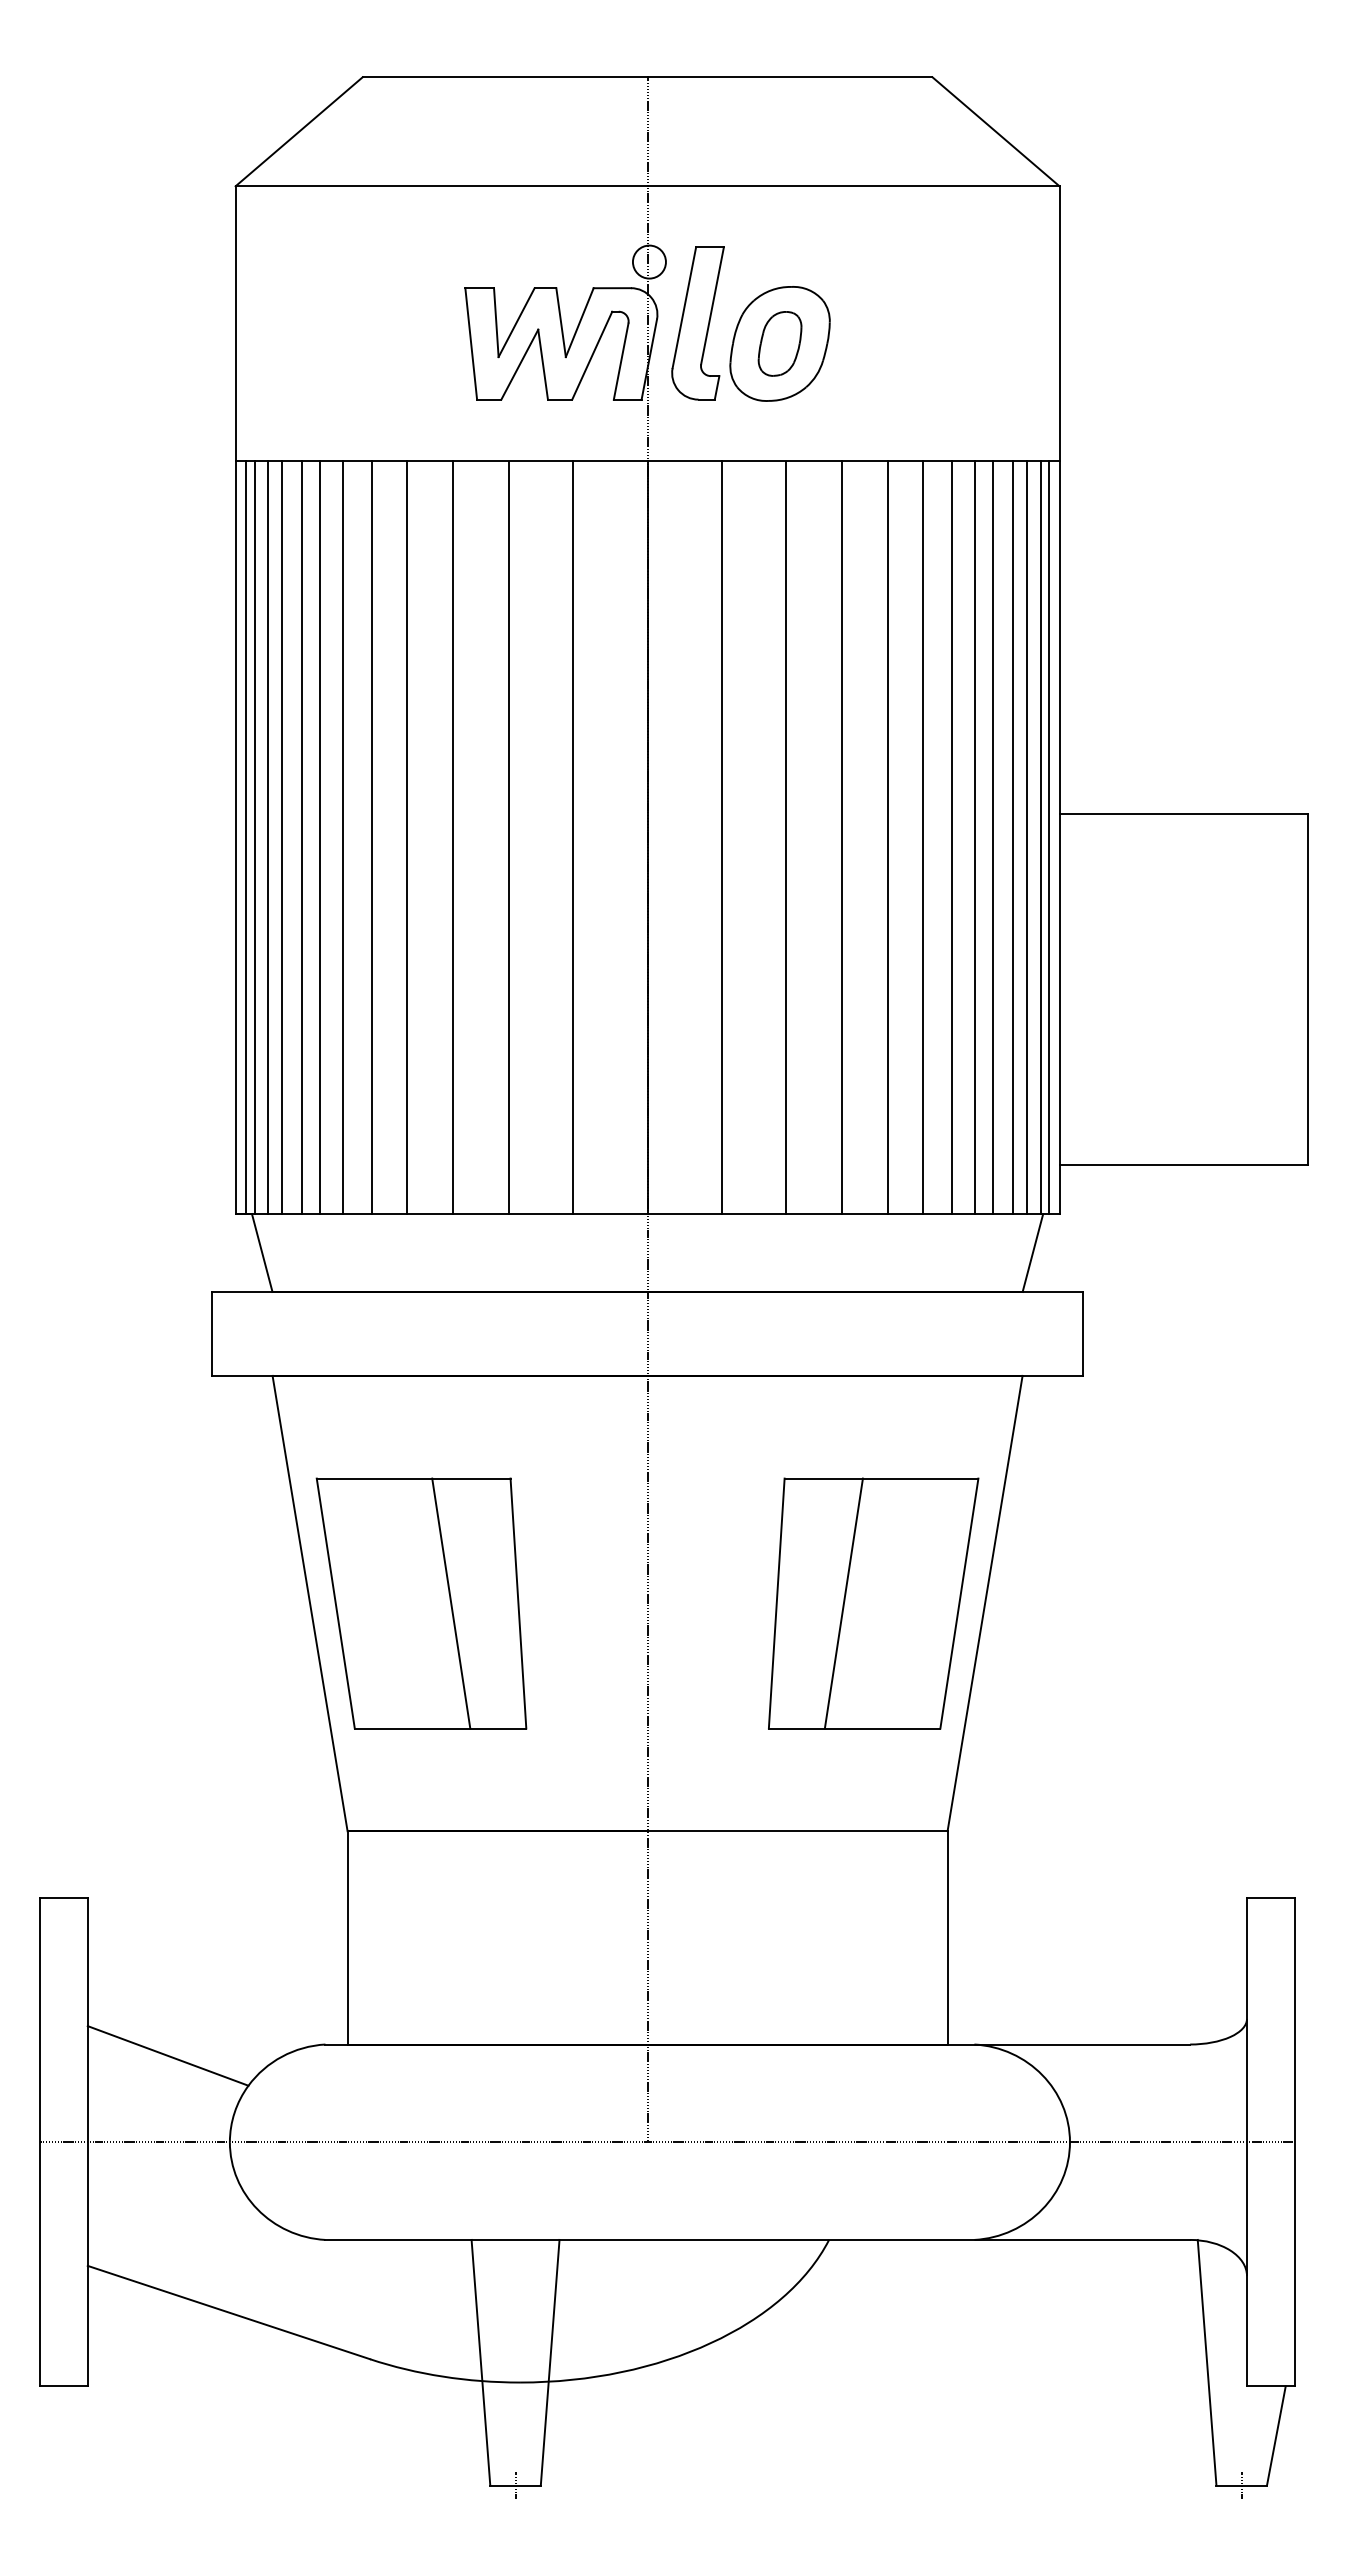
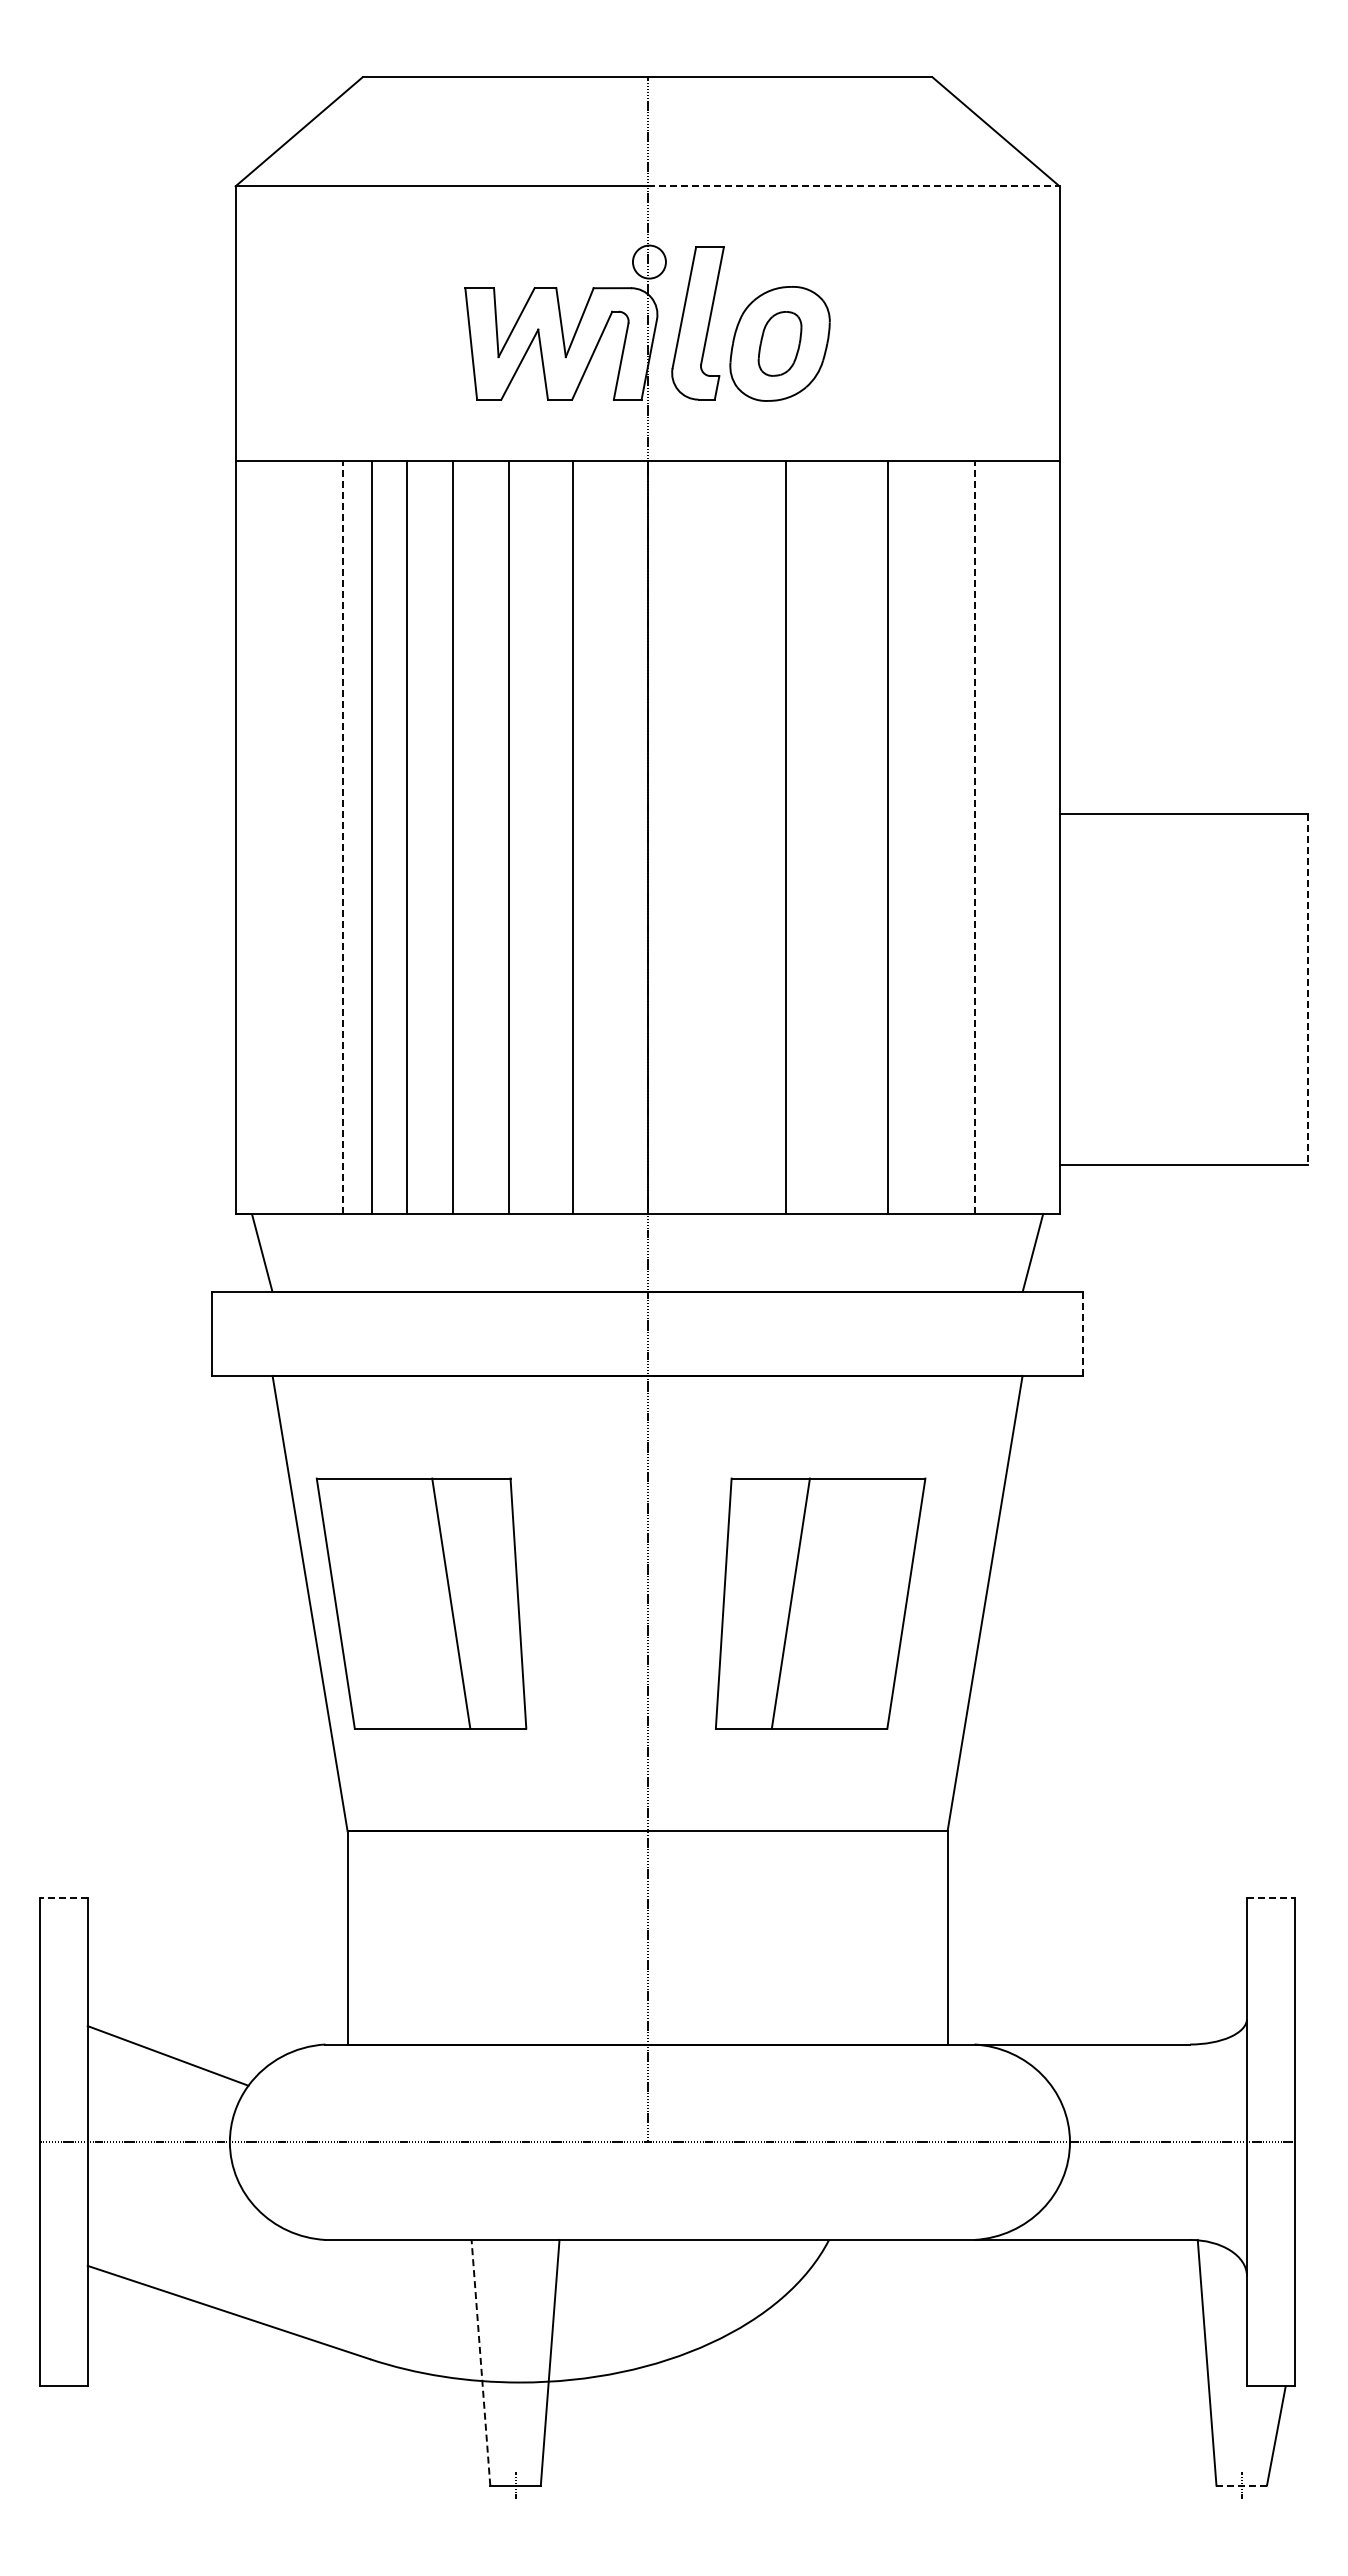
line at (853, 186): solid -> dashed
line at (246, 837): present -> none
line at (254, 837): present -> none
line at (268, 837): present -> none
line at (282, 837): present -> none
line at (302, 837): present -> none
line at (320, 837): present -> none
line at (343, 837): solid -> dashed
line at (722, 837): present -> none
line at (842, 837): present -> none
line at (923, 837): present -> none
line at (951, 837): present -> none
line at (974, 837): solid -> dashed
line at (993, 837): present -> none
line at (1012, 837): present -> none
line at (1027, 837): present -> none
line at (1040, 837): present -> none
line at (1049, 837): present -> none
line at (1307, 989): solid -> dashed
line at (1083, 1333): solid -> dashed
part at (873, 1603) position: (873, 1603) -> (820, 1603)
line at (64, 1897): solid -> dashed
line at (1270, 1897): solid -> dashed
line at (480, 2362): solid -> dashed
line at (1241, 2485): solid -> dashed
